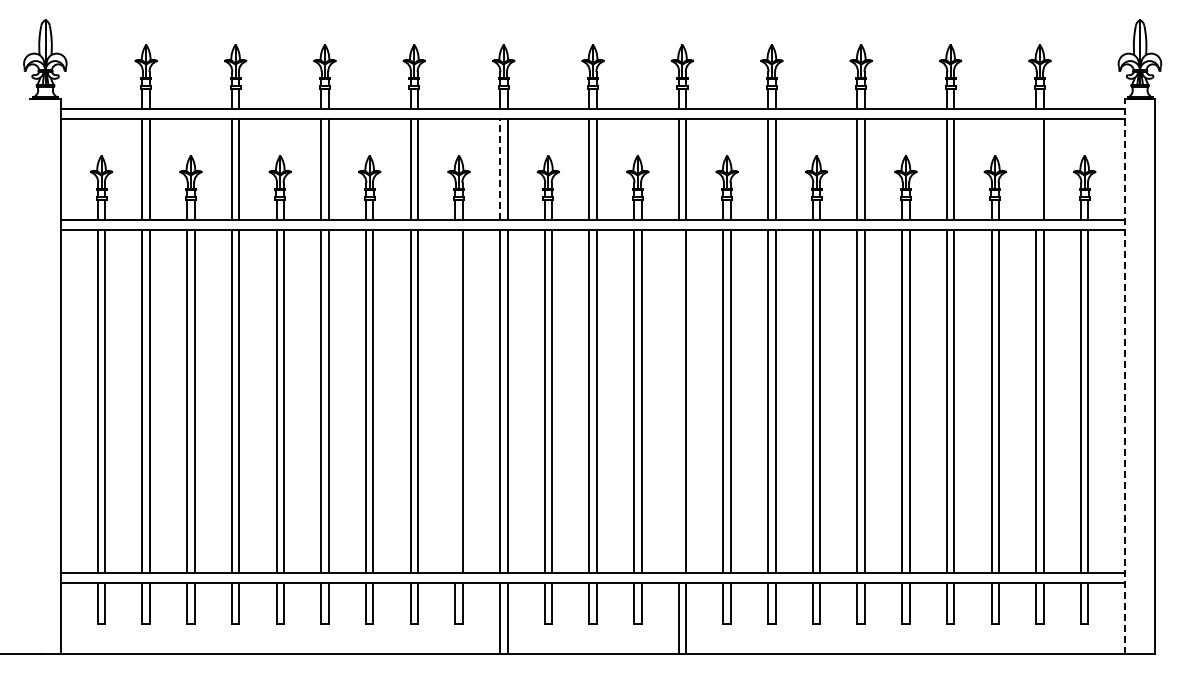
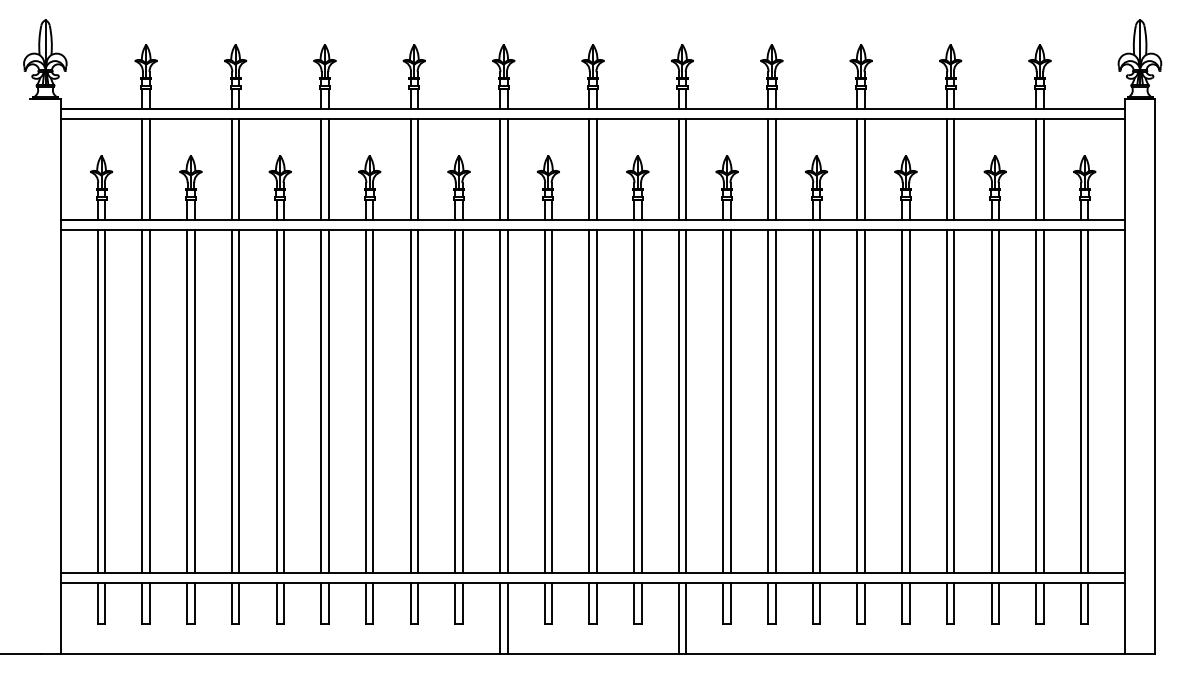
line at (499, 169): dashed -> solid
line at (1036, 169): none -> present
line at (1124, 375): dashed -> solid
line at (455, 401): none -> present
line at (678, 401): none -> present
